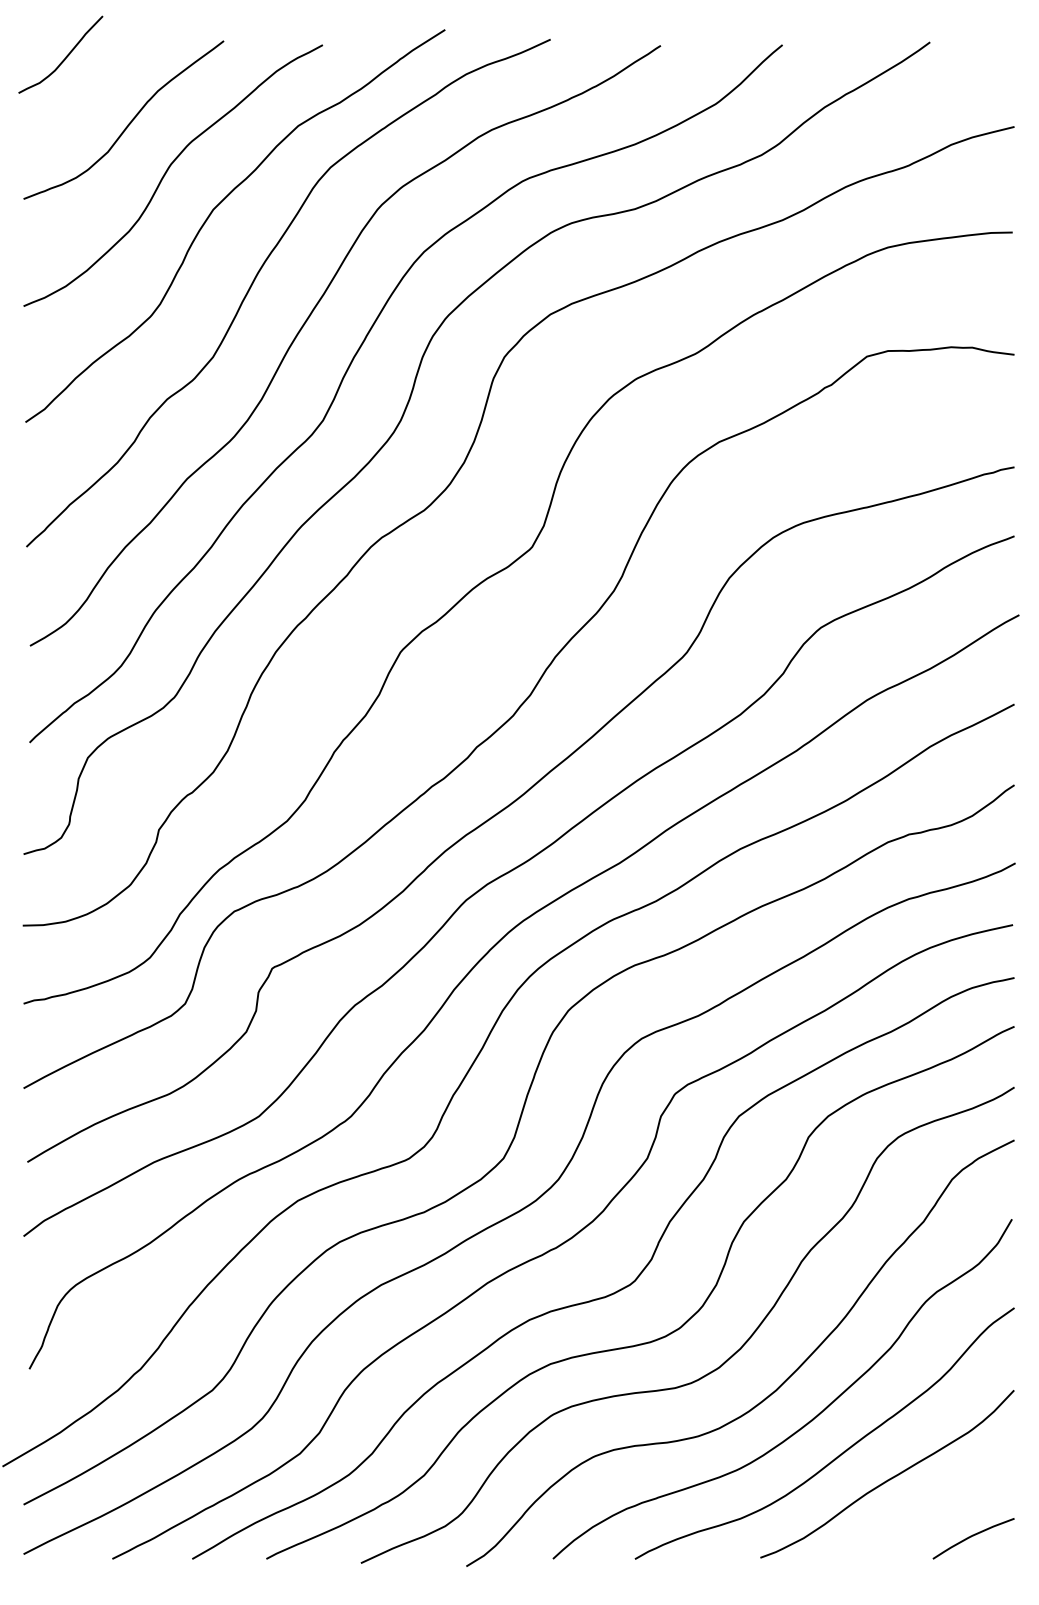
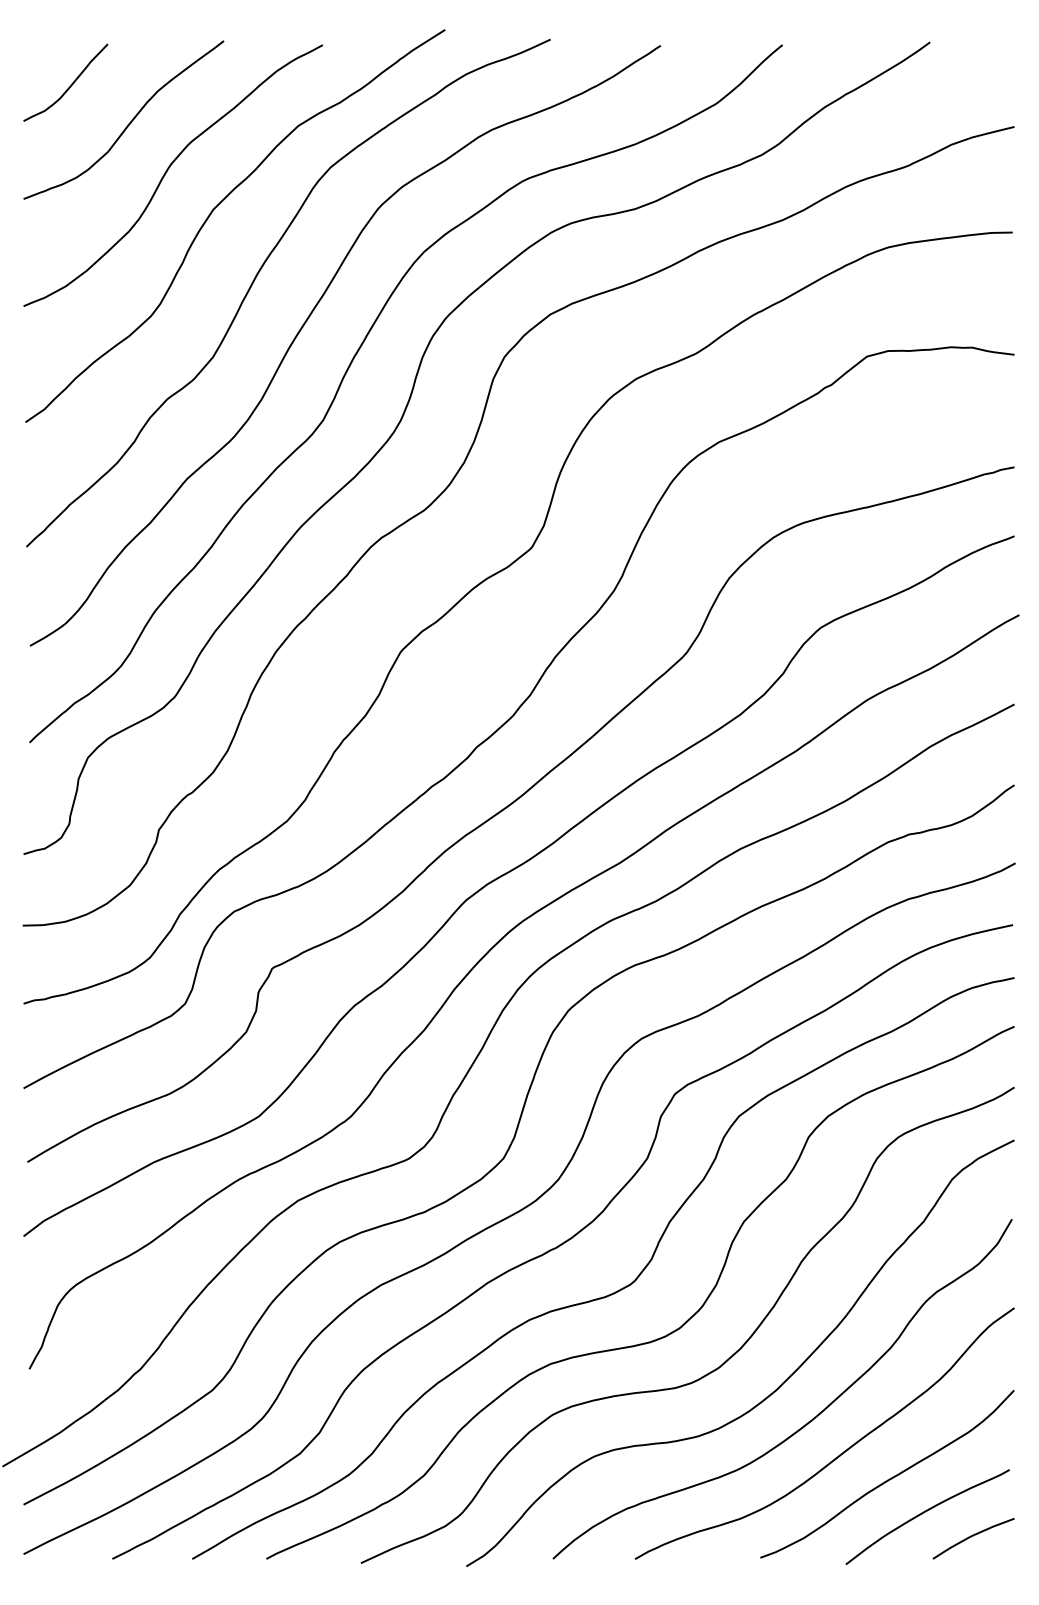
curve at (65, 56) position: (65, 56) -> (70, 84)
curve at (924, 1513): none -> present
